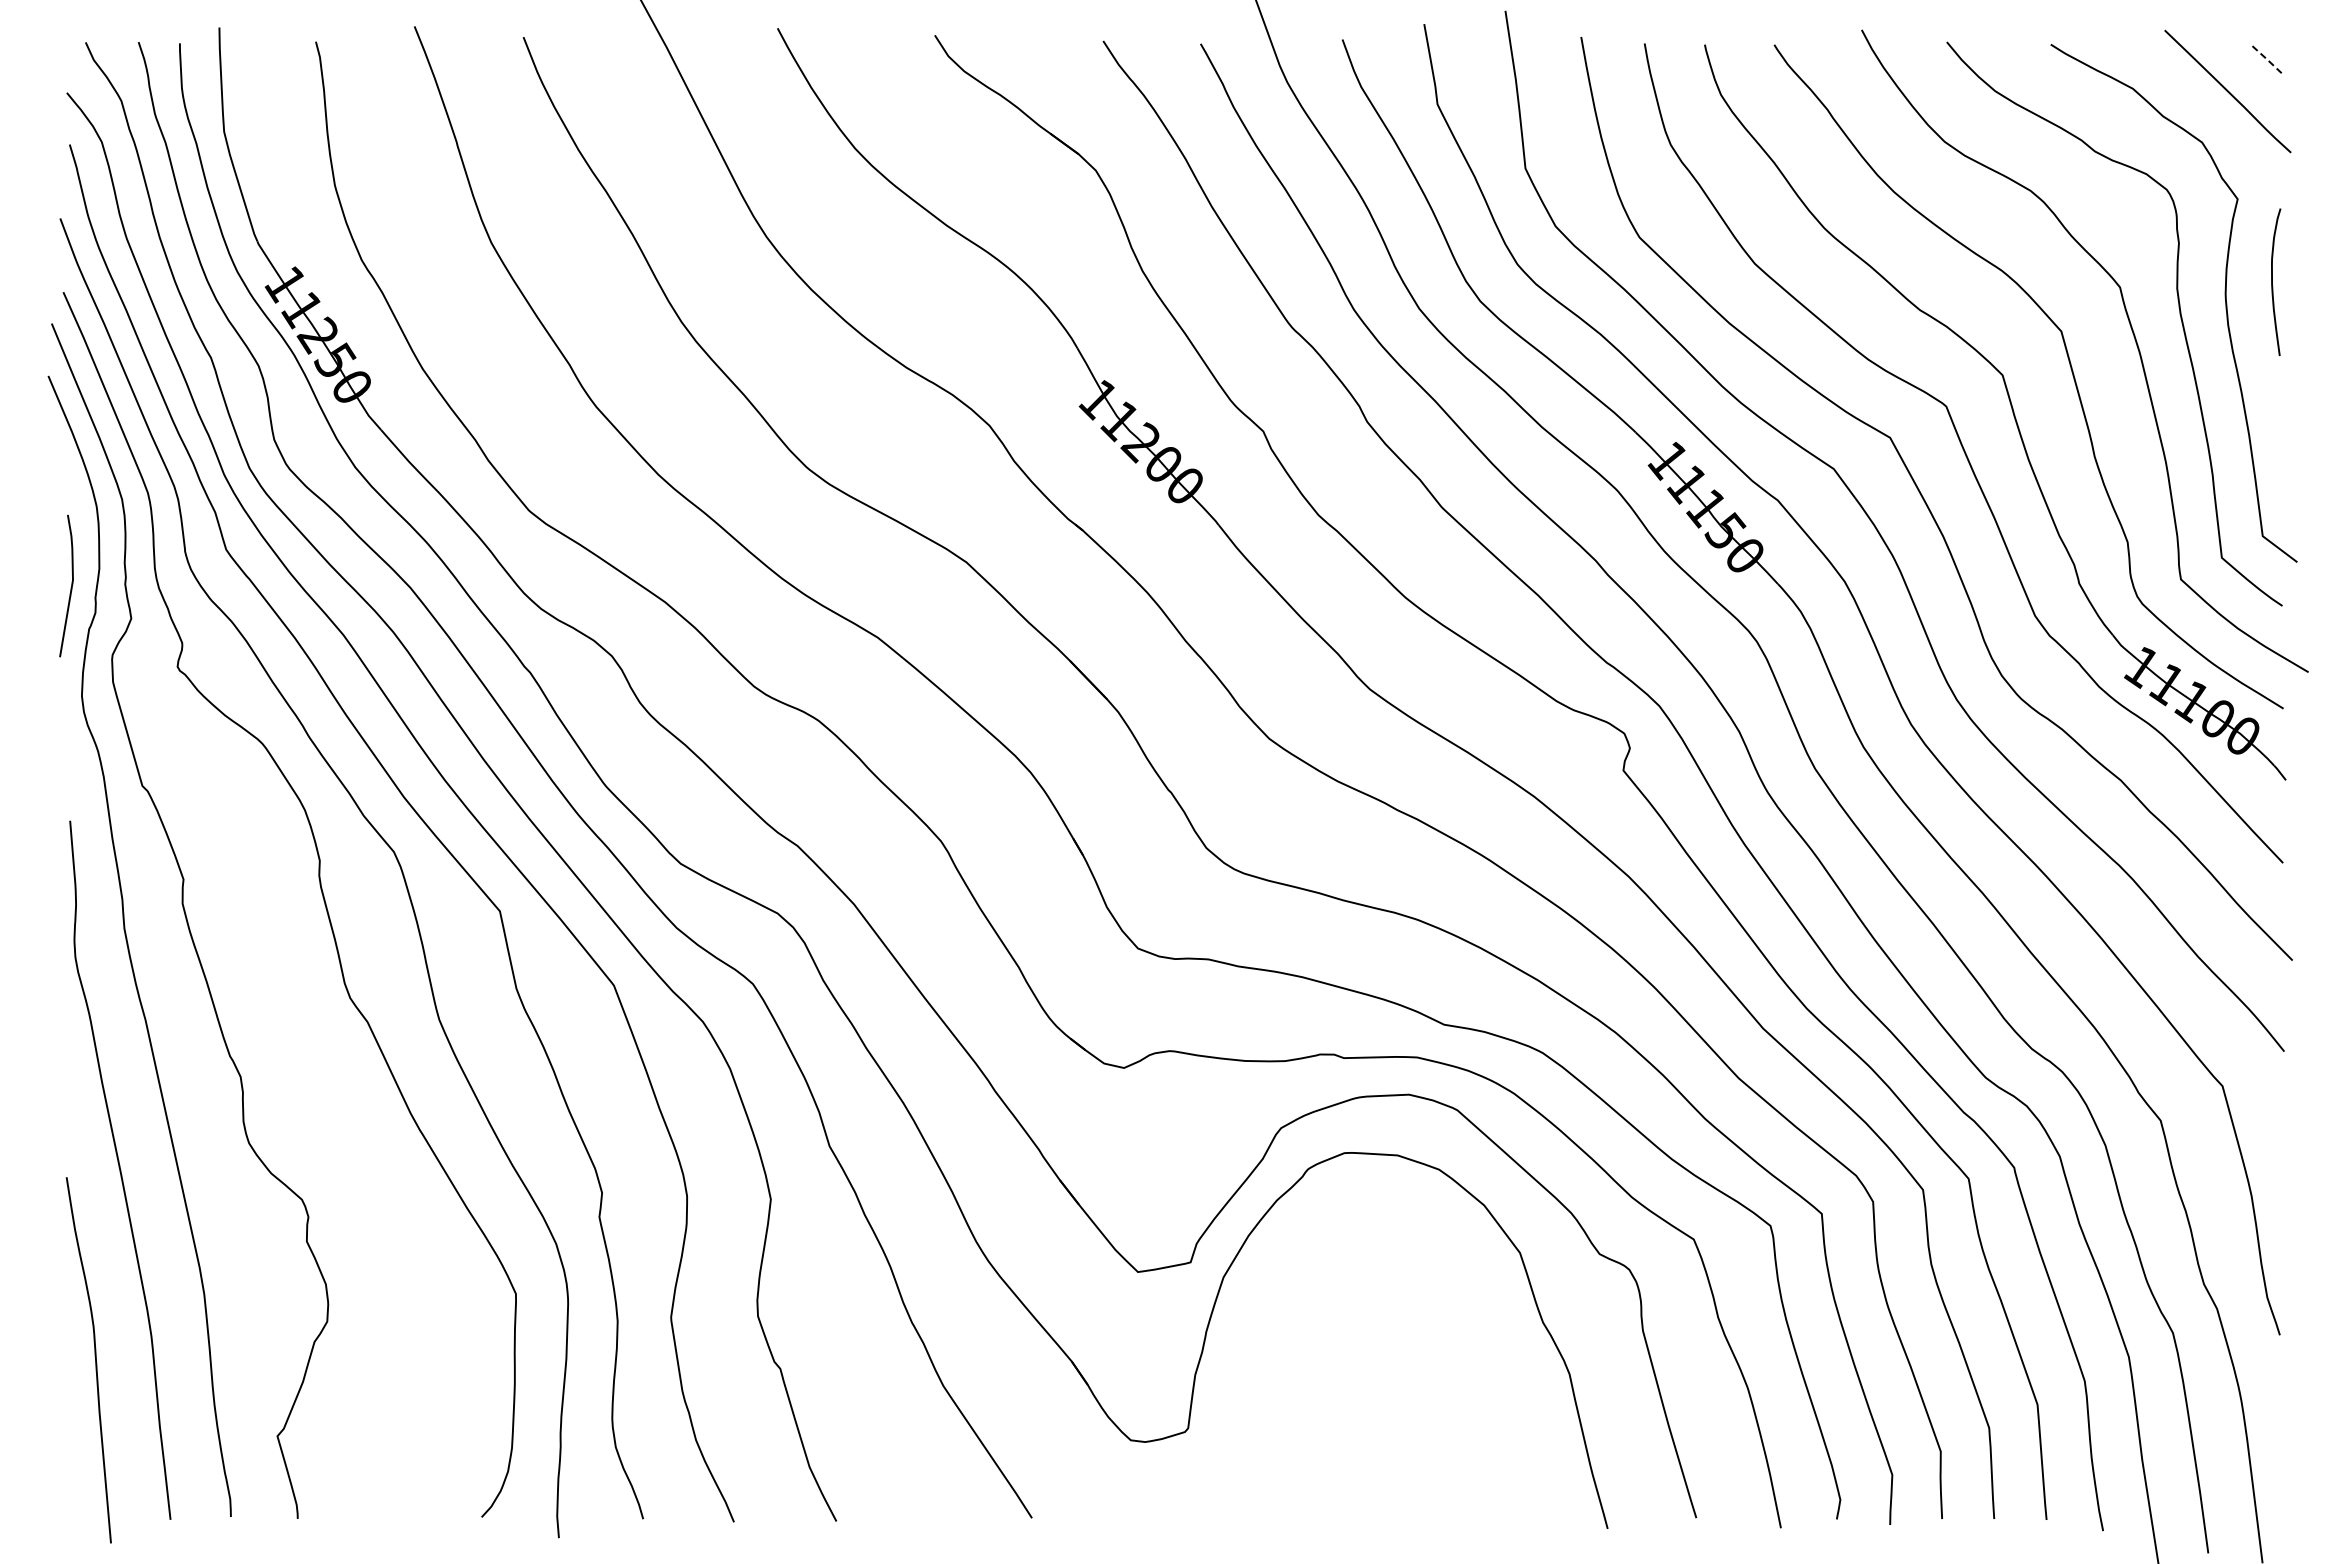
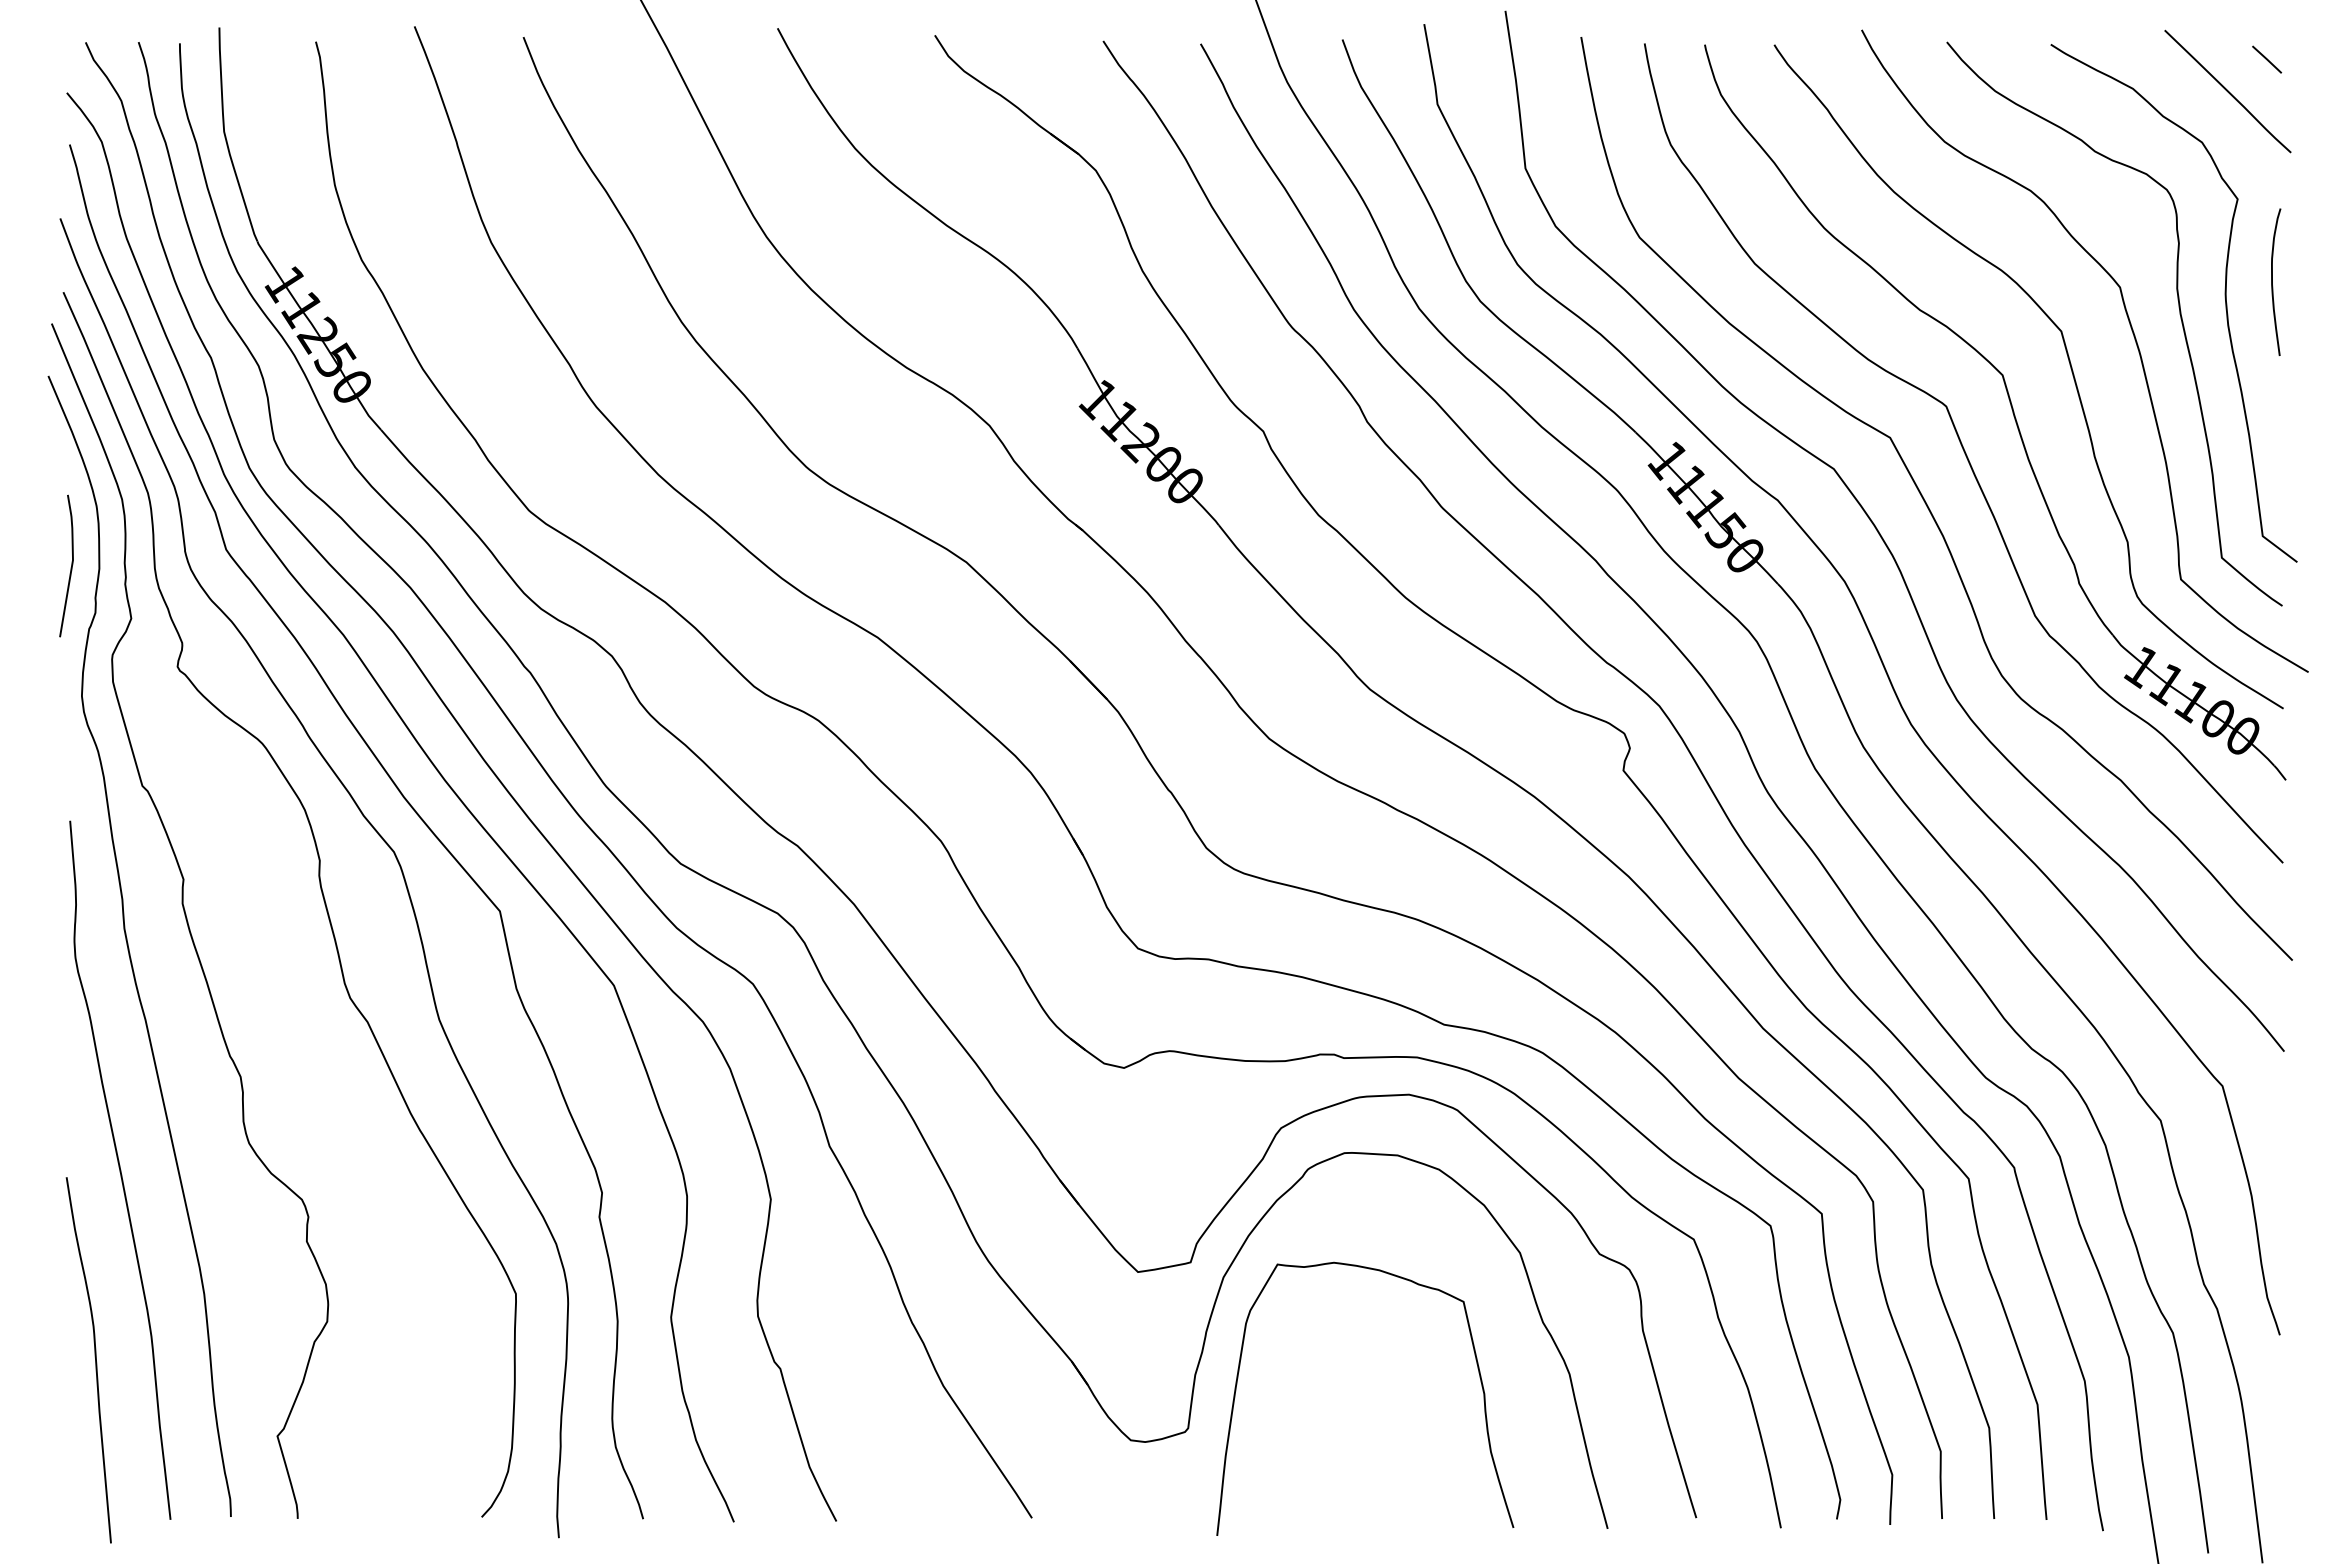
line at (2267, 59): dashed -> solid
curve at (70, 587) position: (70, 587) -> (70, 567)
curve at (1478, 1373): none -> present
